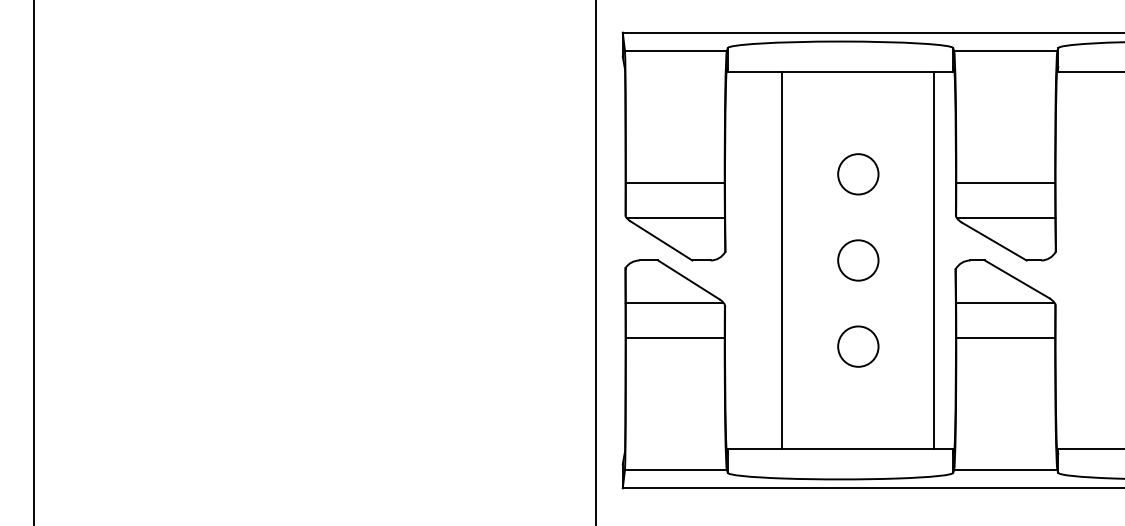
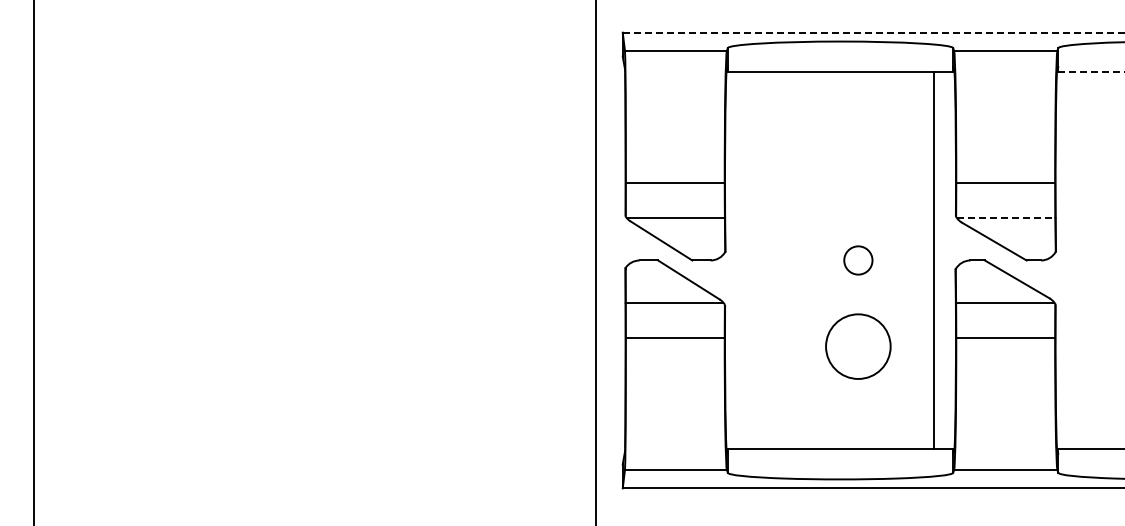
line at (873, 32): solid -> dashed
line at (1091, 72): solid -> dashed
circle at (858, 174): present -> none
line at (1006, 218): solid -> dashed
line at (782, 260): present -> none
circle at (858, 260) size: 43x43 px -> 31x31 px
circle at (858, 346) diameter: 40 px -> 65 px
